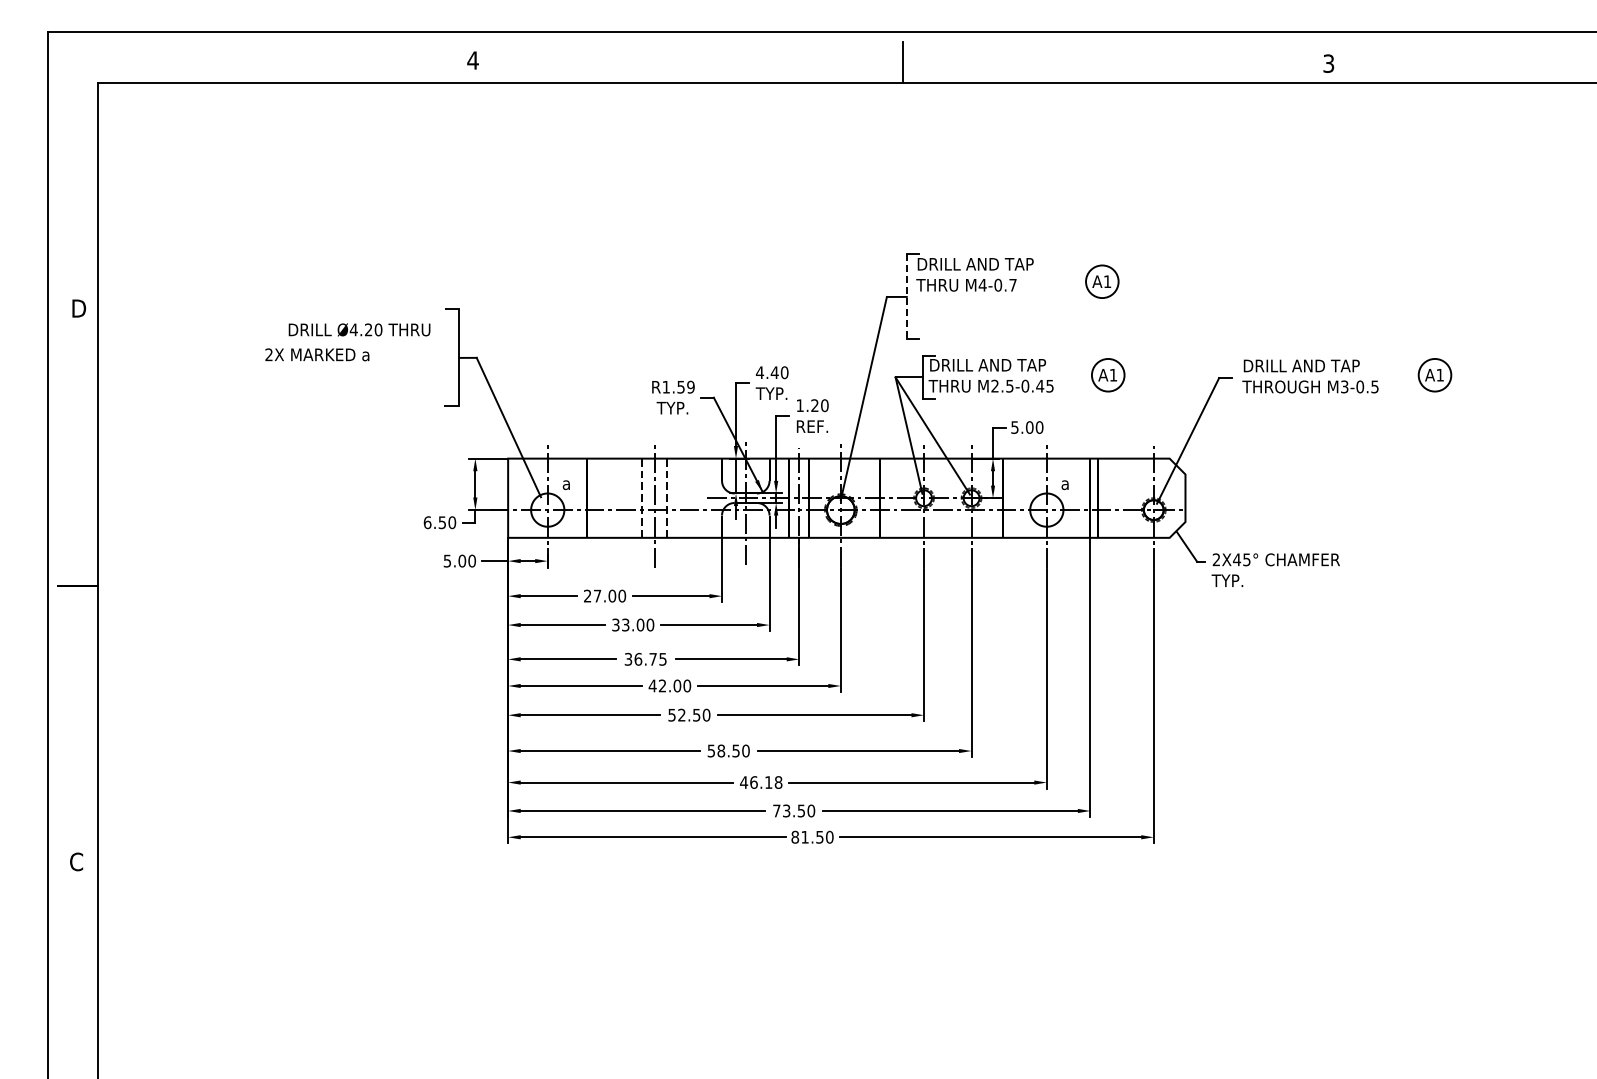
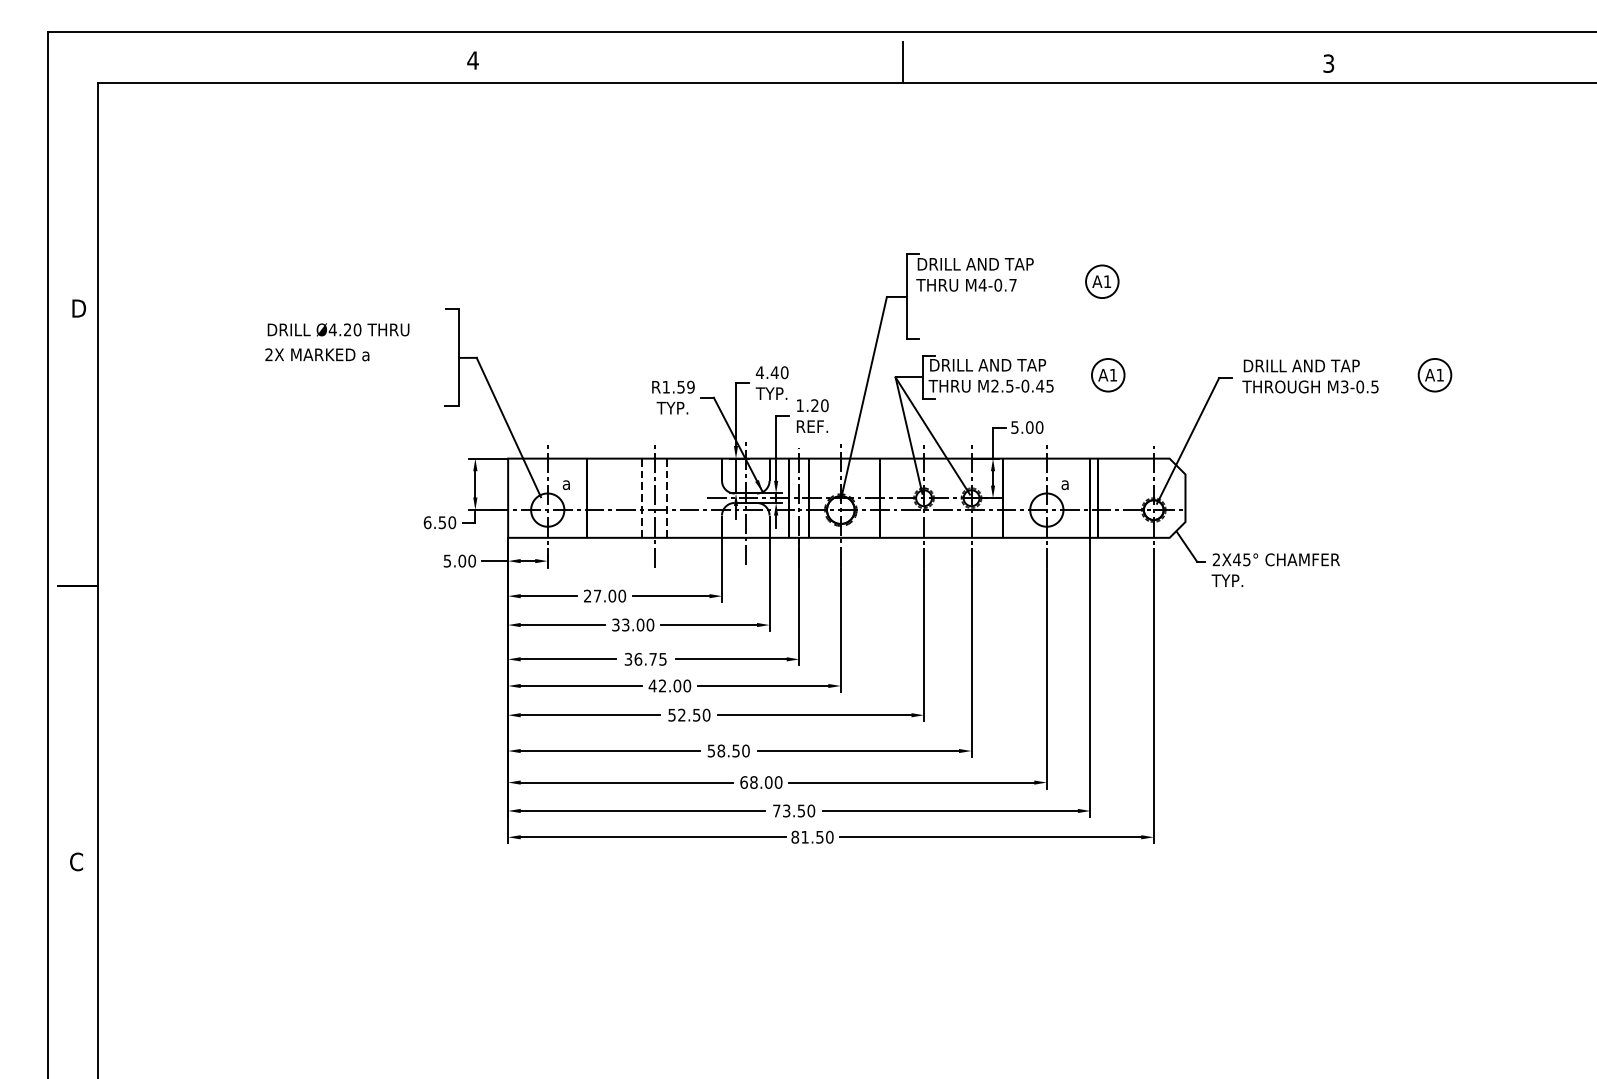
line at (906, 297): dashed -> solid
text at (359, 329) position: (359, 329) -> (338, 329)
text at (761, 782): 46.18 -> 68.00
